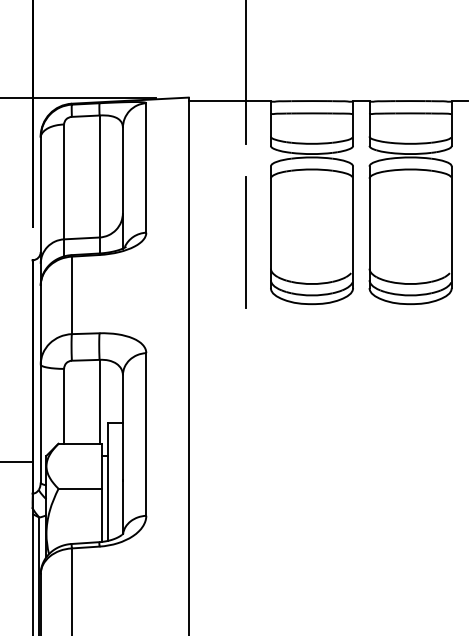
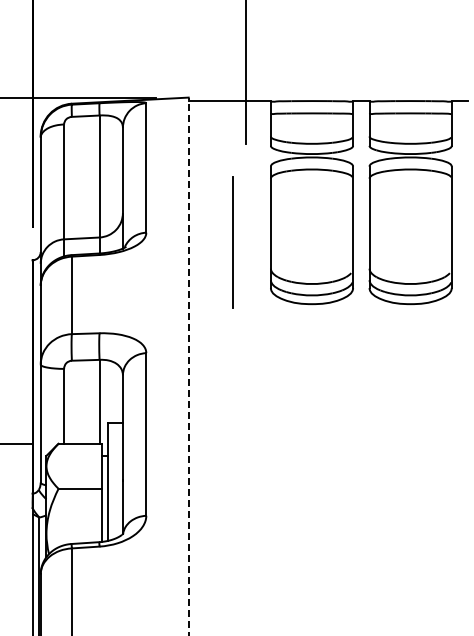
line at (245, 242) position: (245, 242) -> (232, 242)
line at (188, 366): solid -> dashed
line at (17, 461) position: (17, 461) -> (17, 443)
